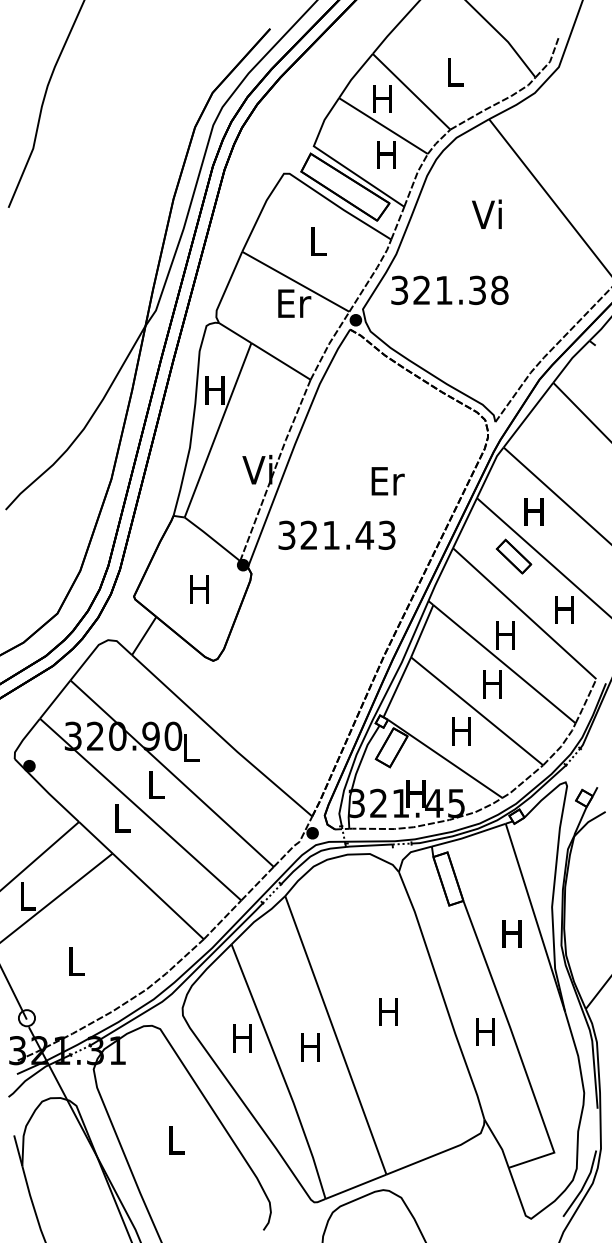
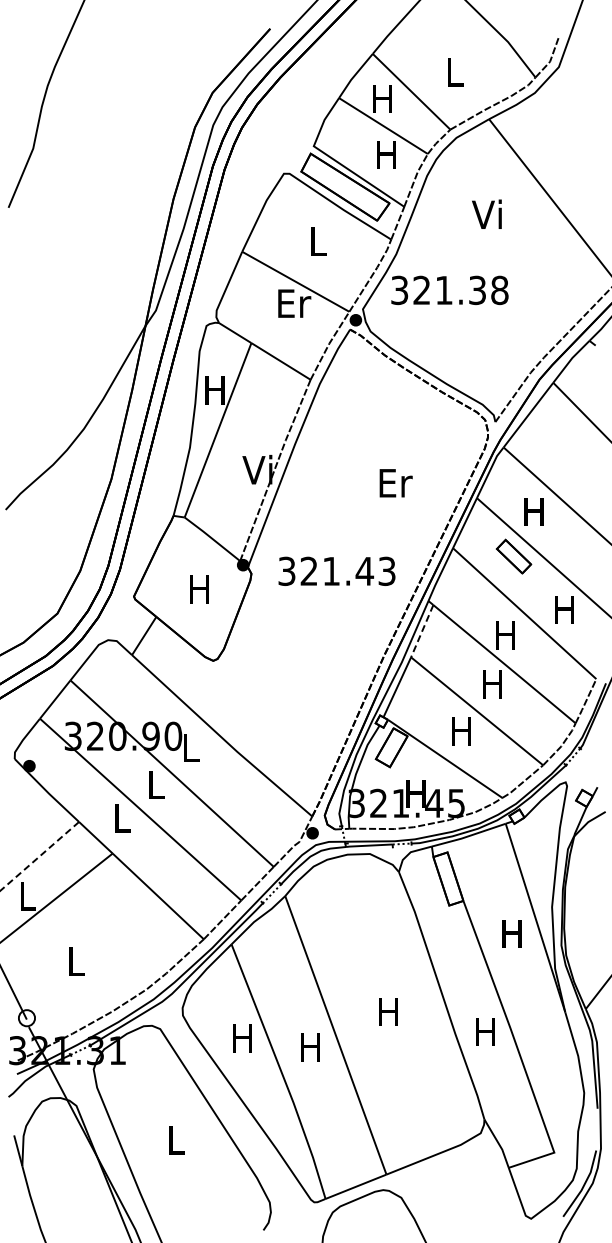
text at (387, 481) position: (387, 481) -> (395, 483)
text at (336, 534) position: (336, 534) -> (336, 570)
line at (422, 631): solid -> dashed
line at (39, 856): solid -> dashed
